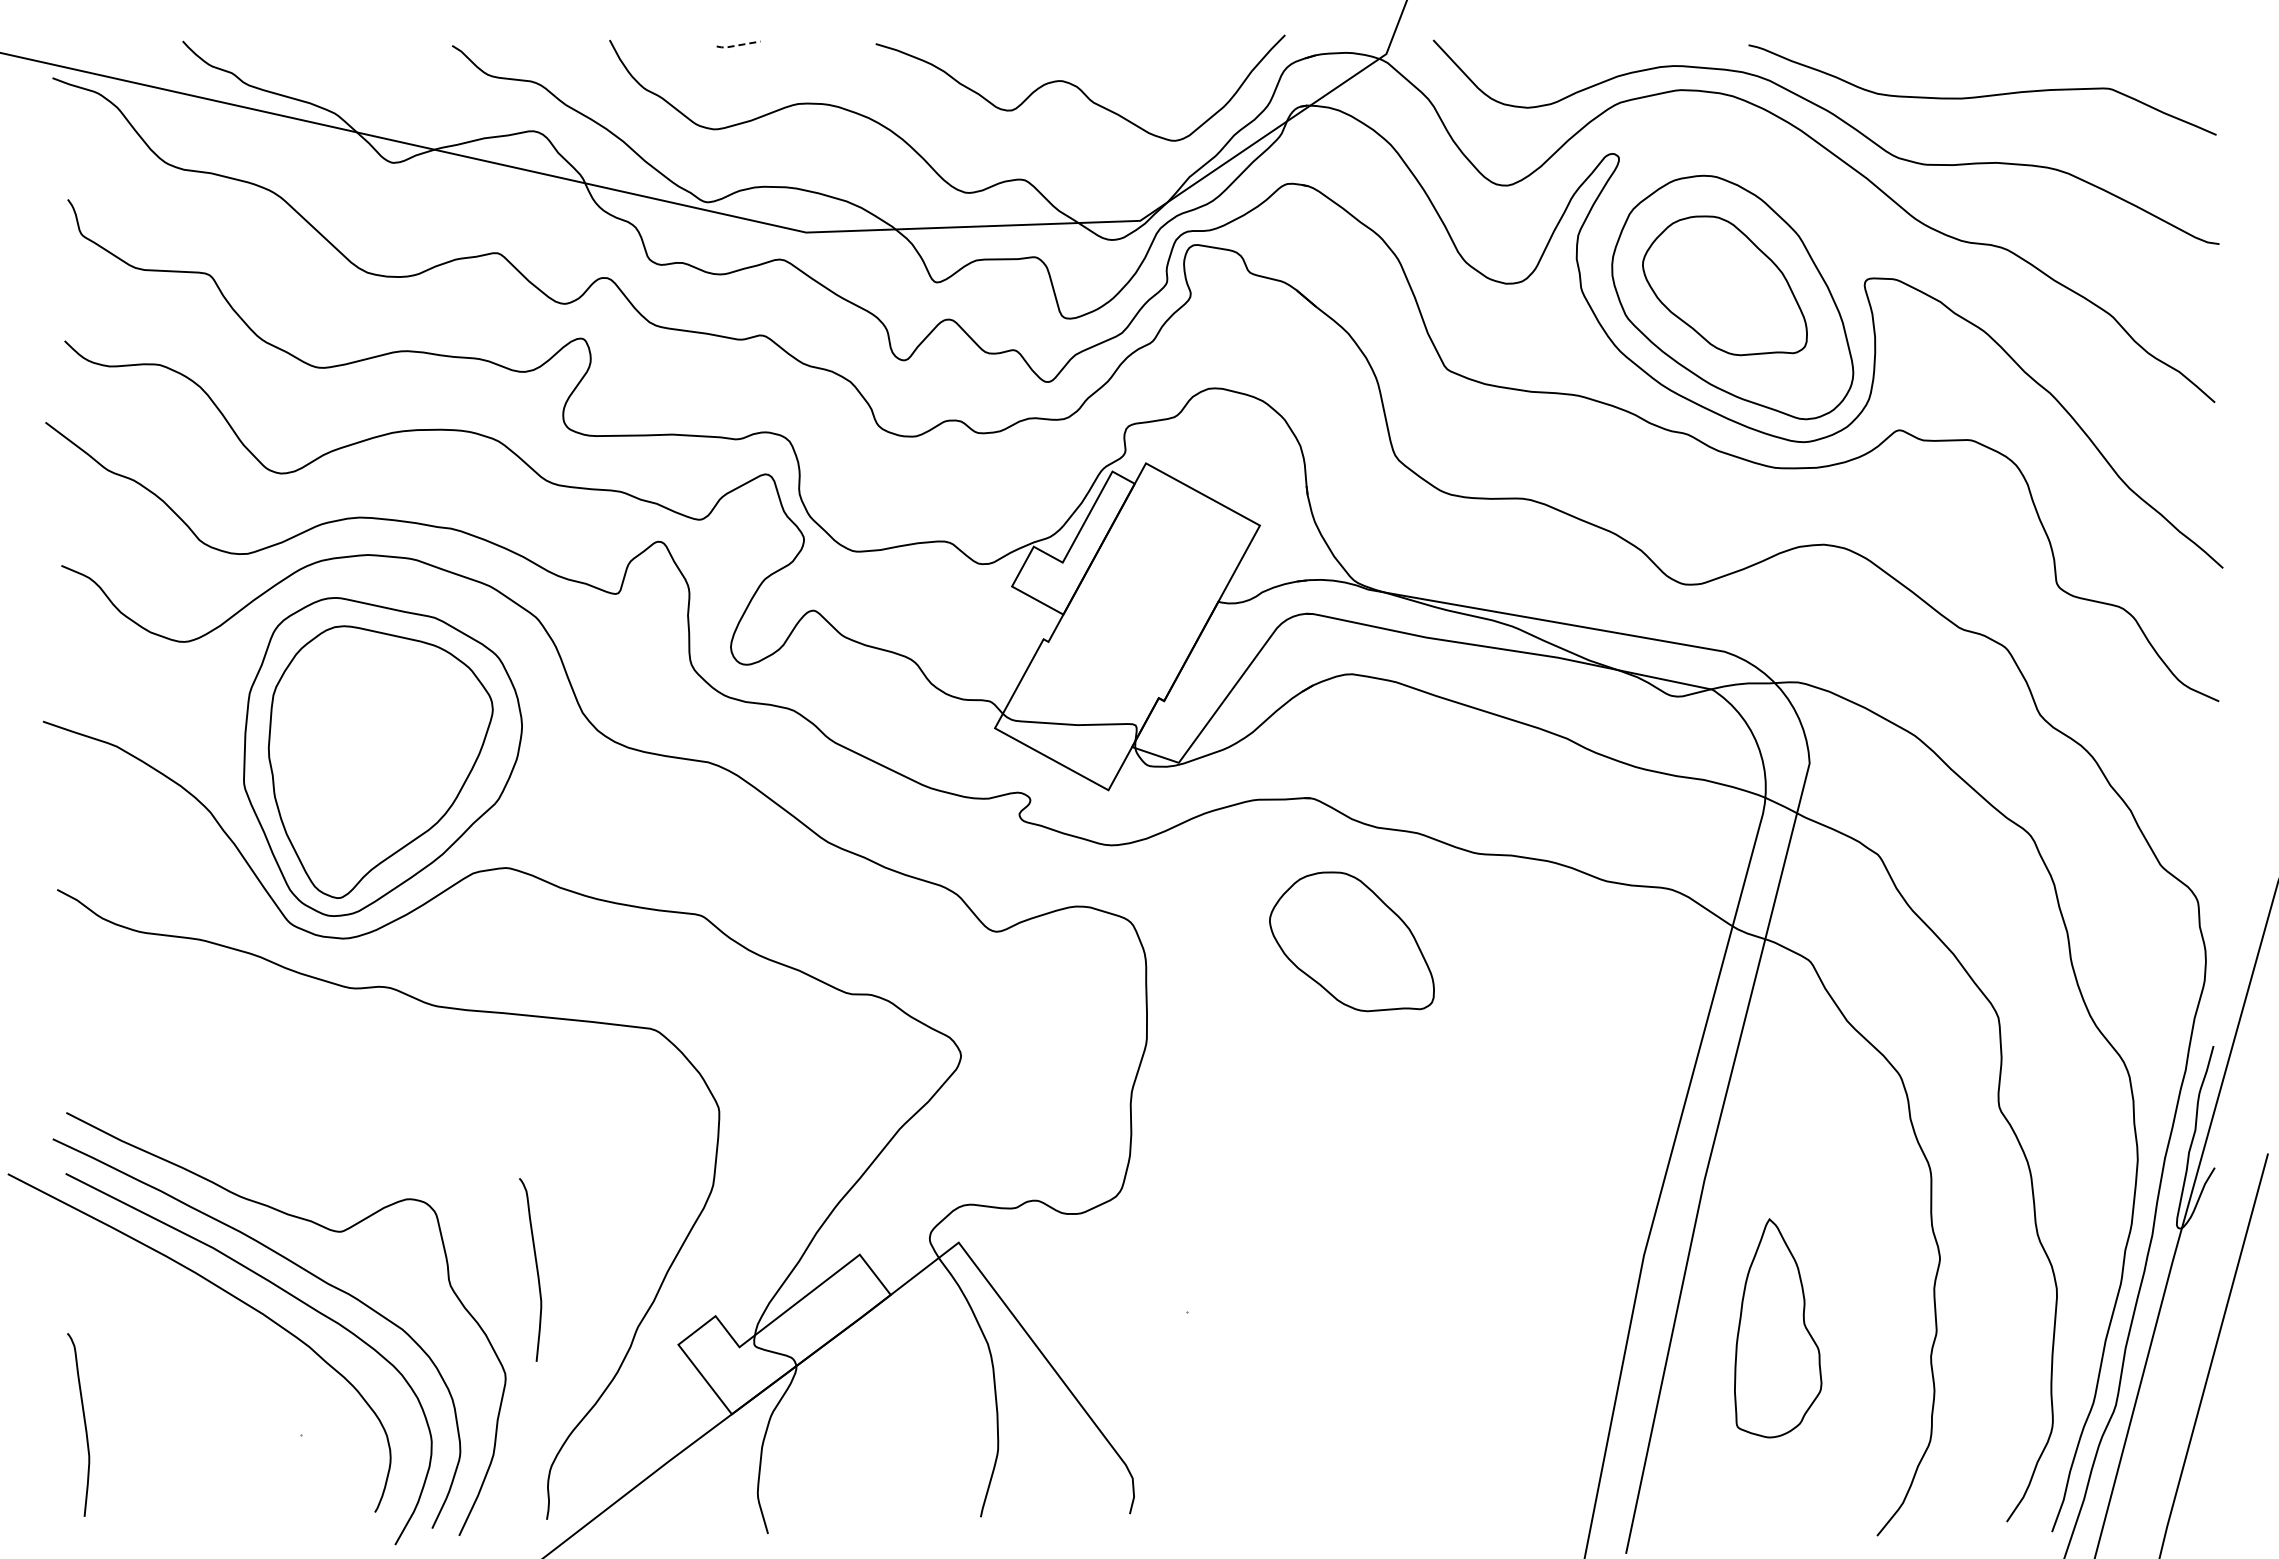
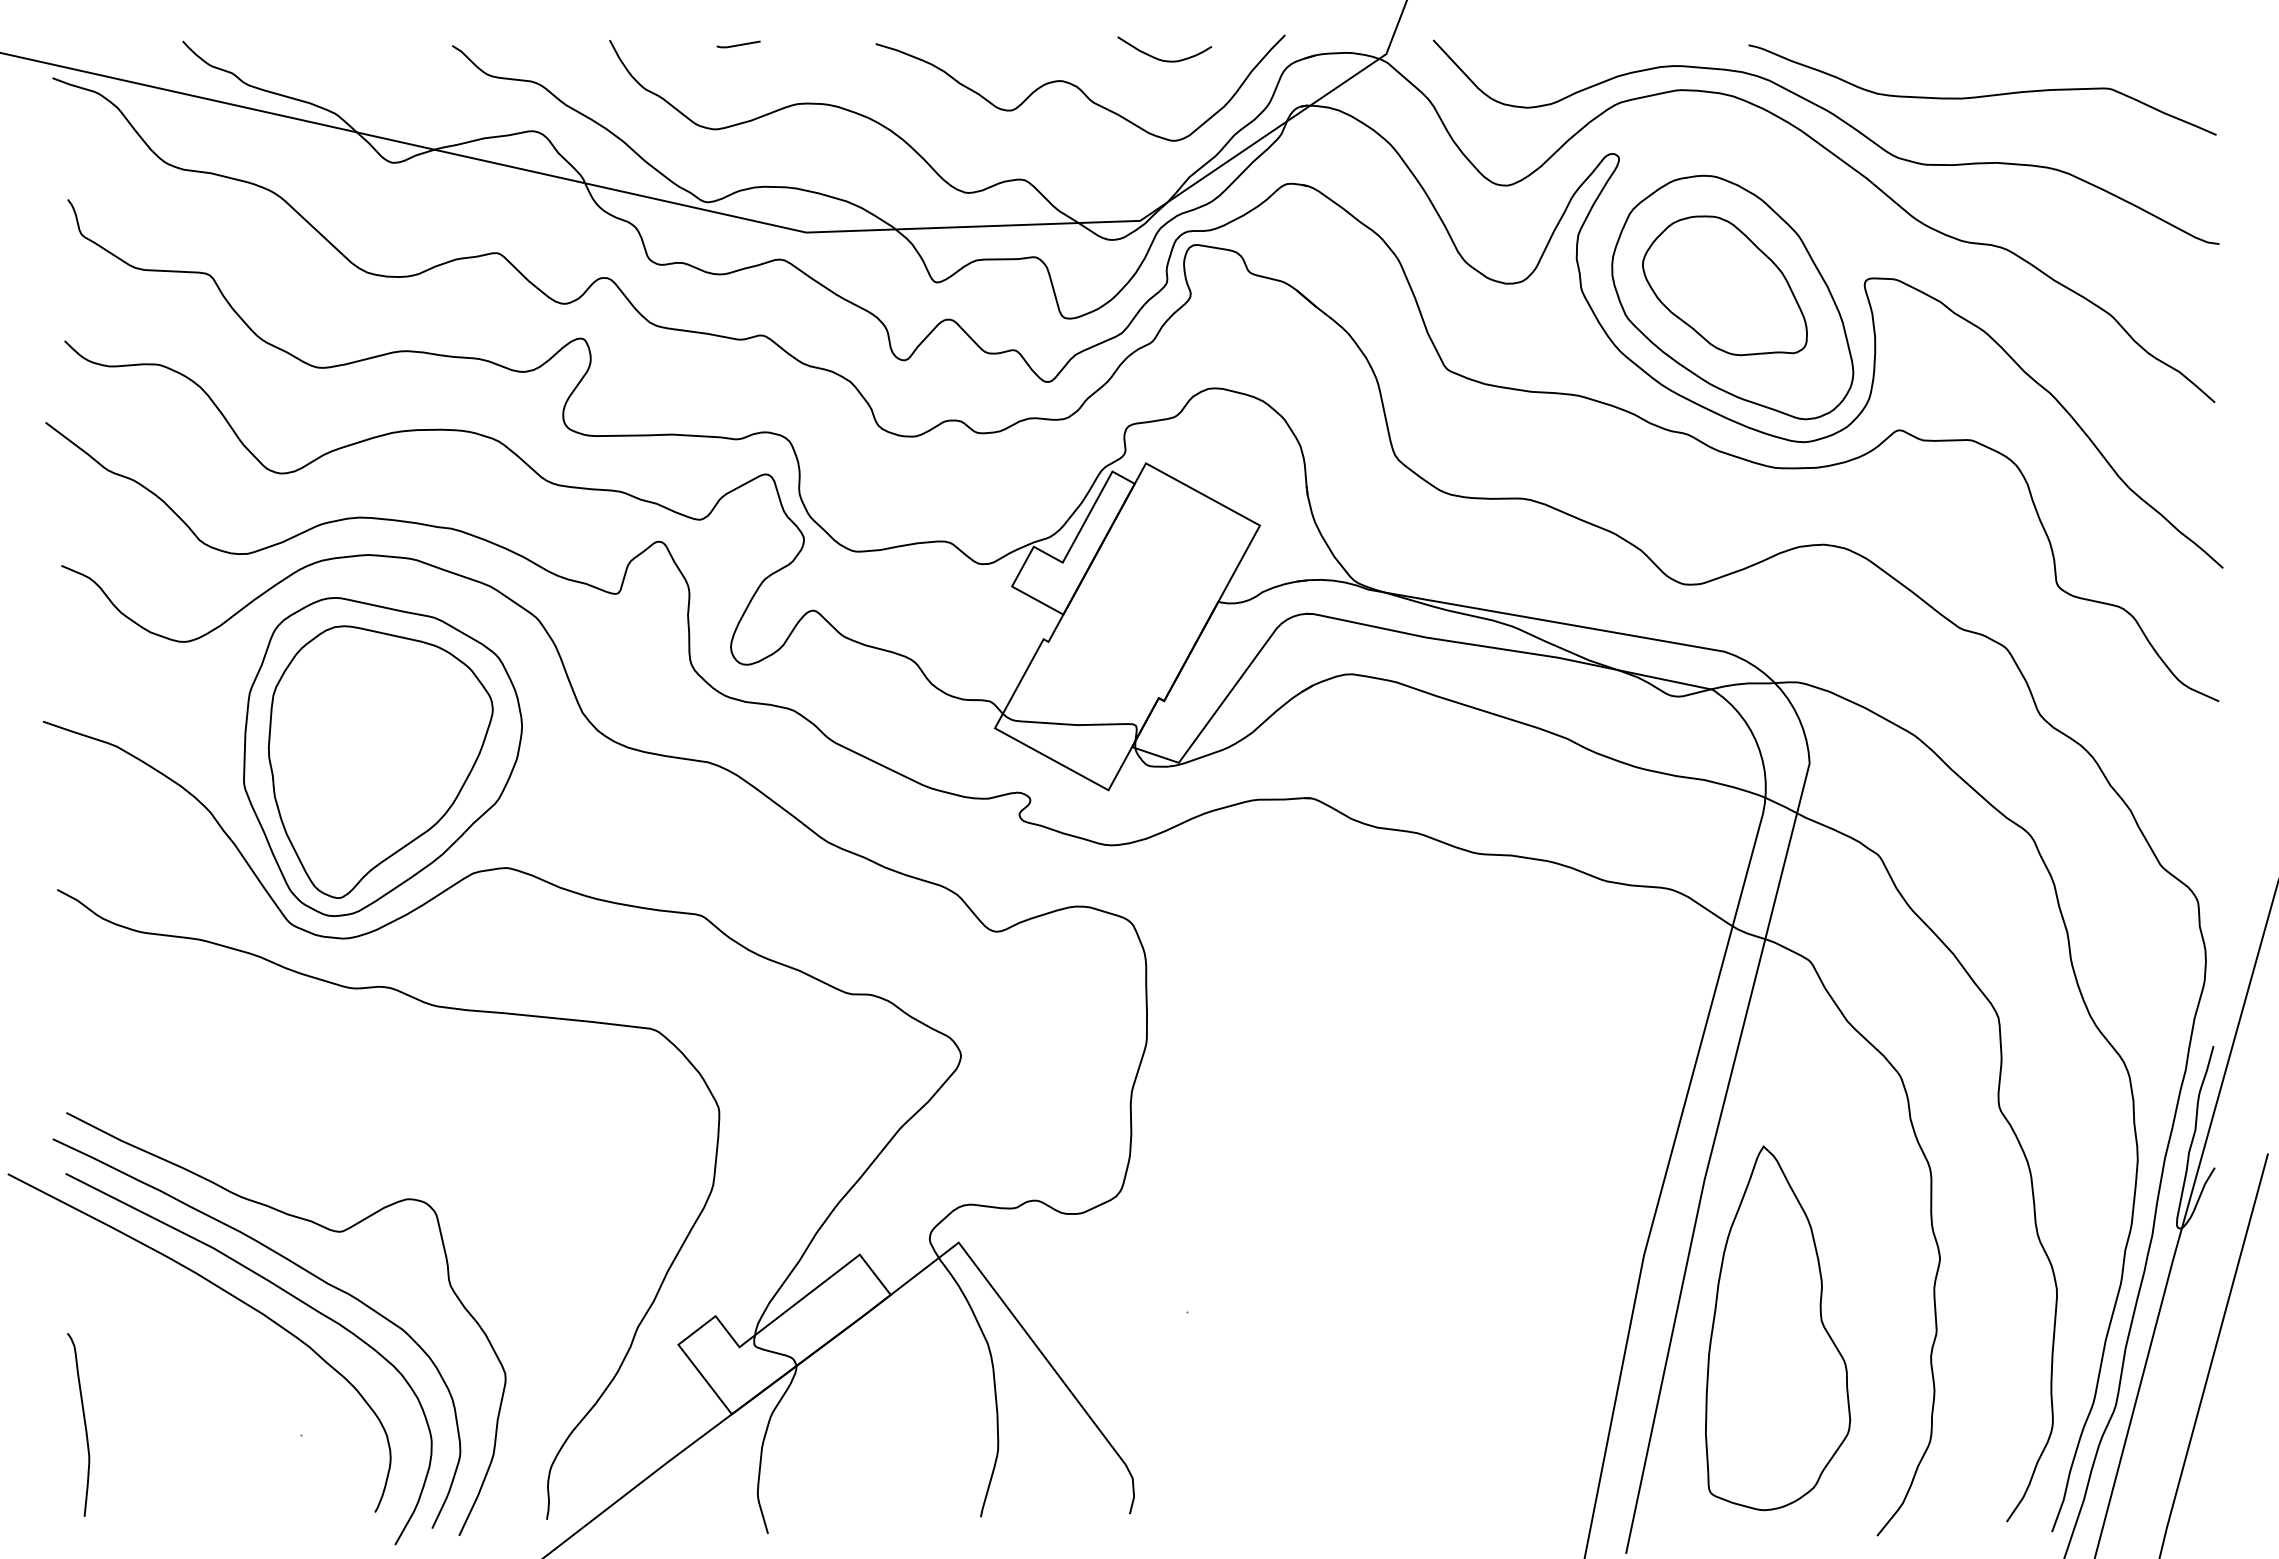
line at (737, 45): dashed -> solid
curve at (1162, 59): none -> present
part at (1351, 941): present -> none
curve at (536, 1269): present -> none
part at (1778, 1328) size: 89x221 px -> 147x367 px
